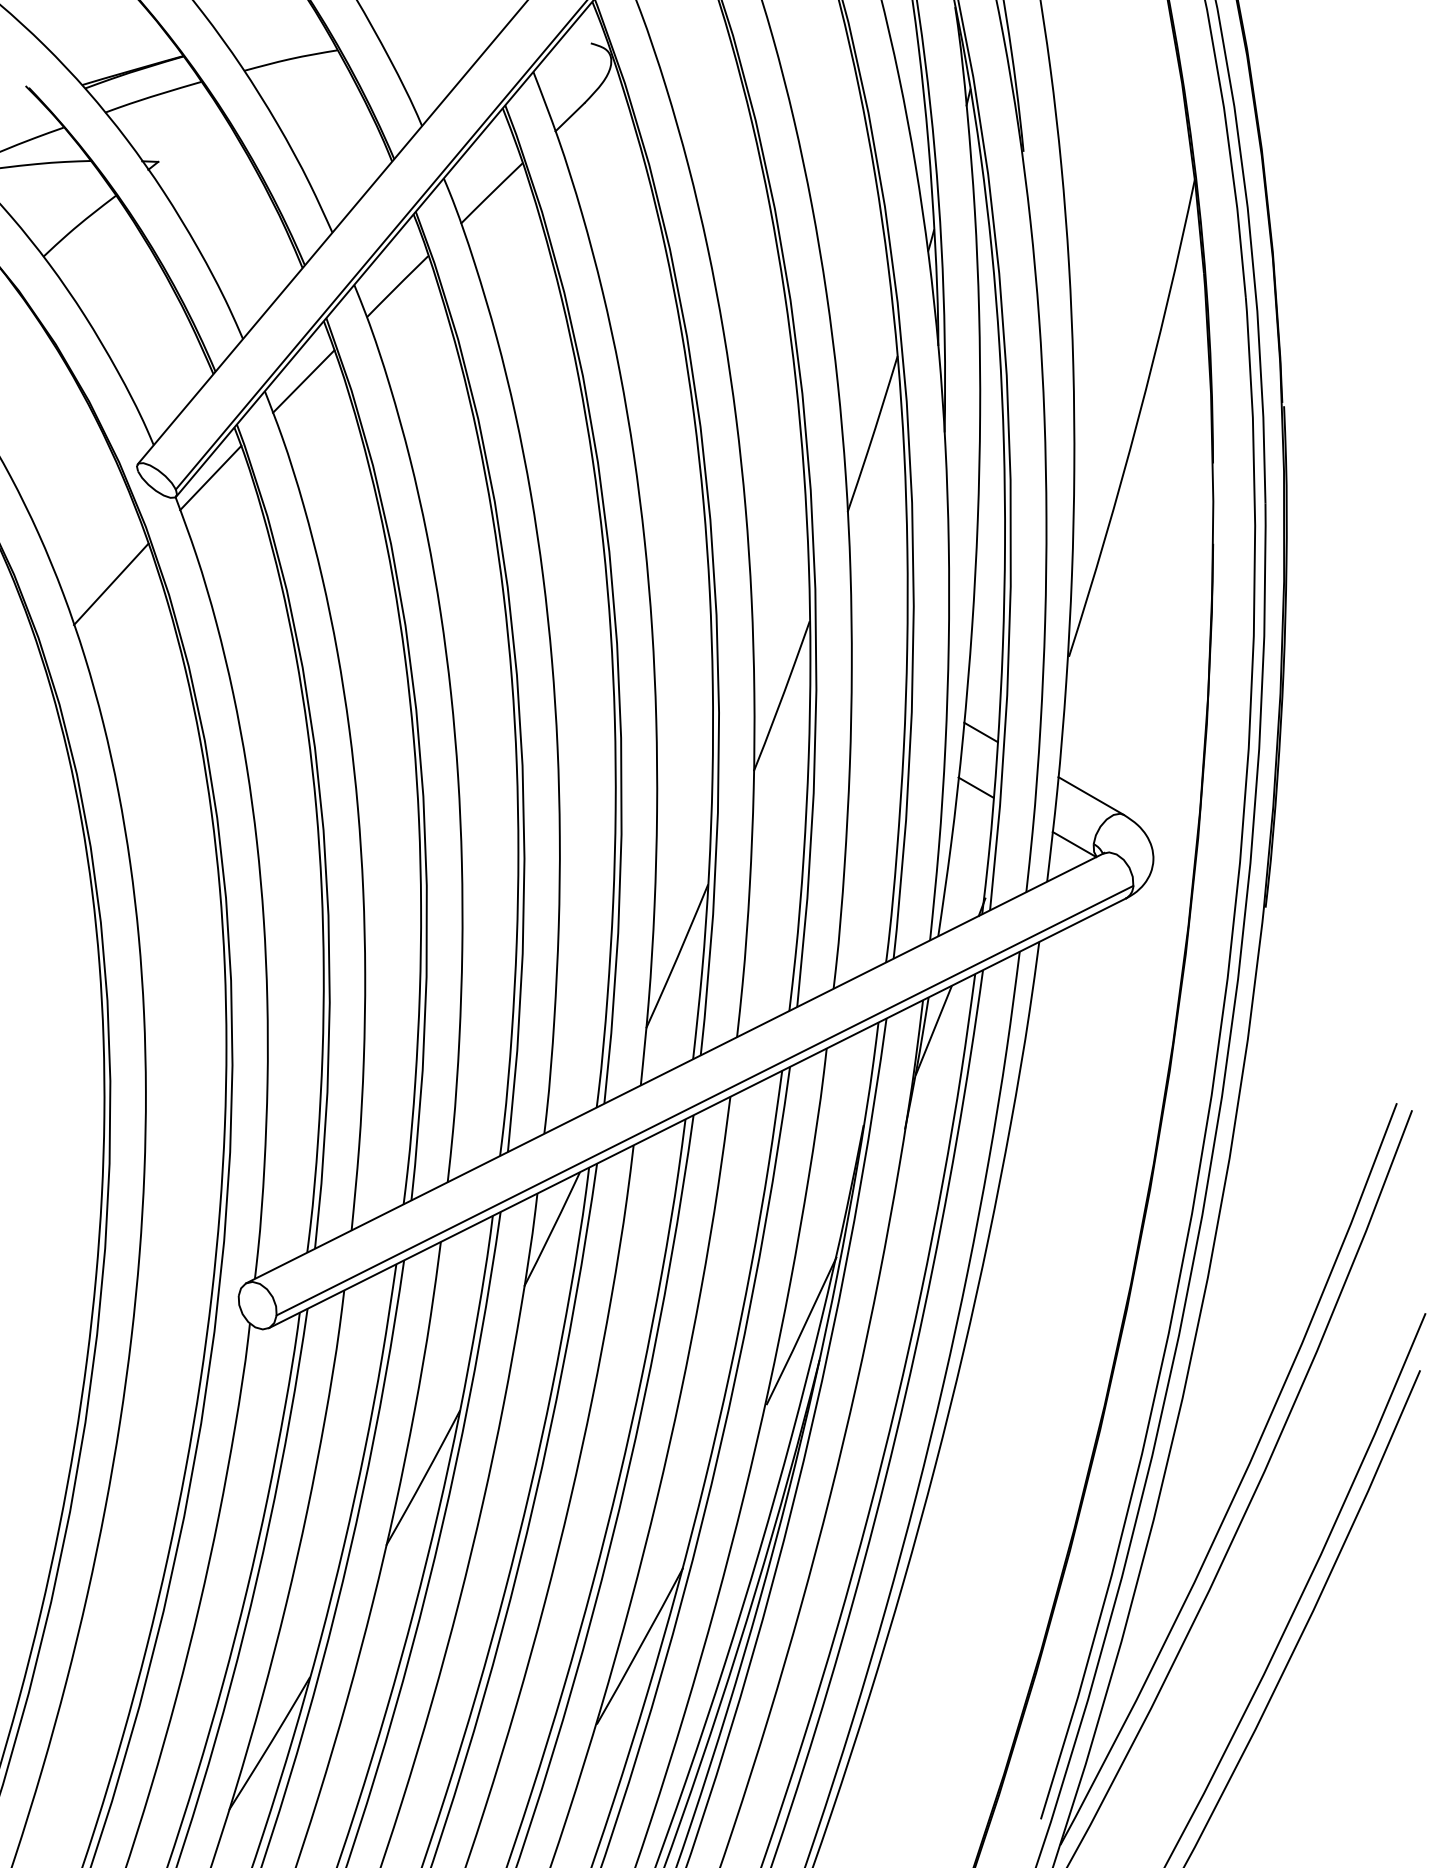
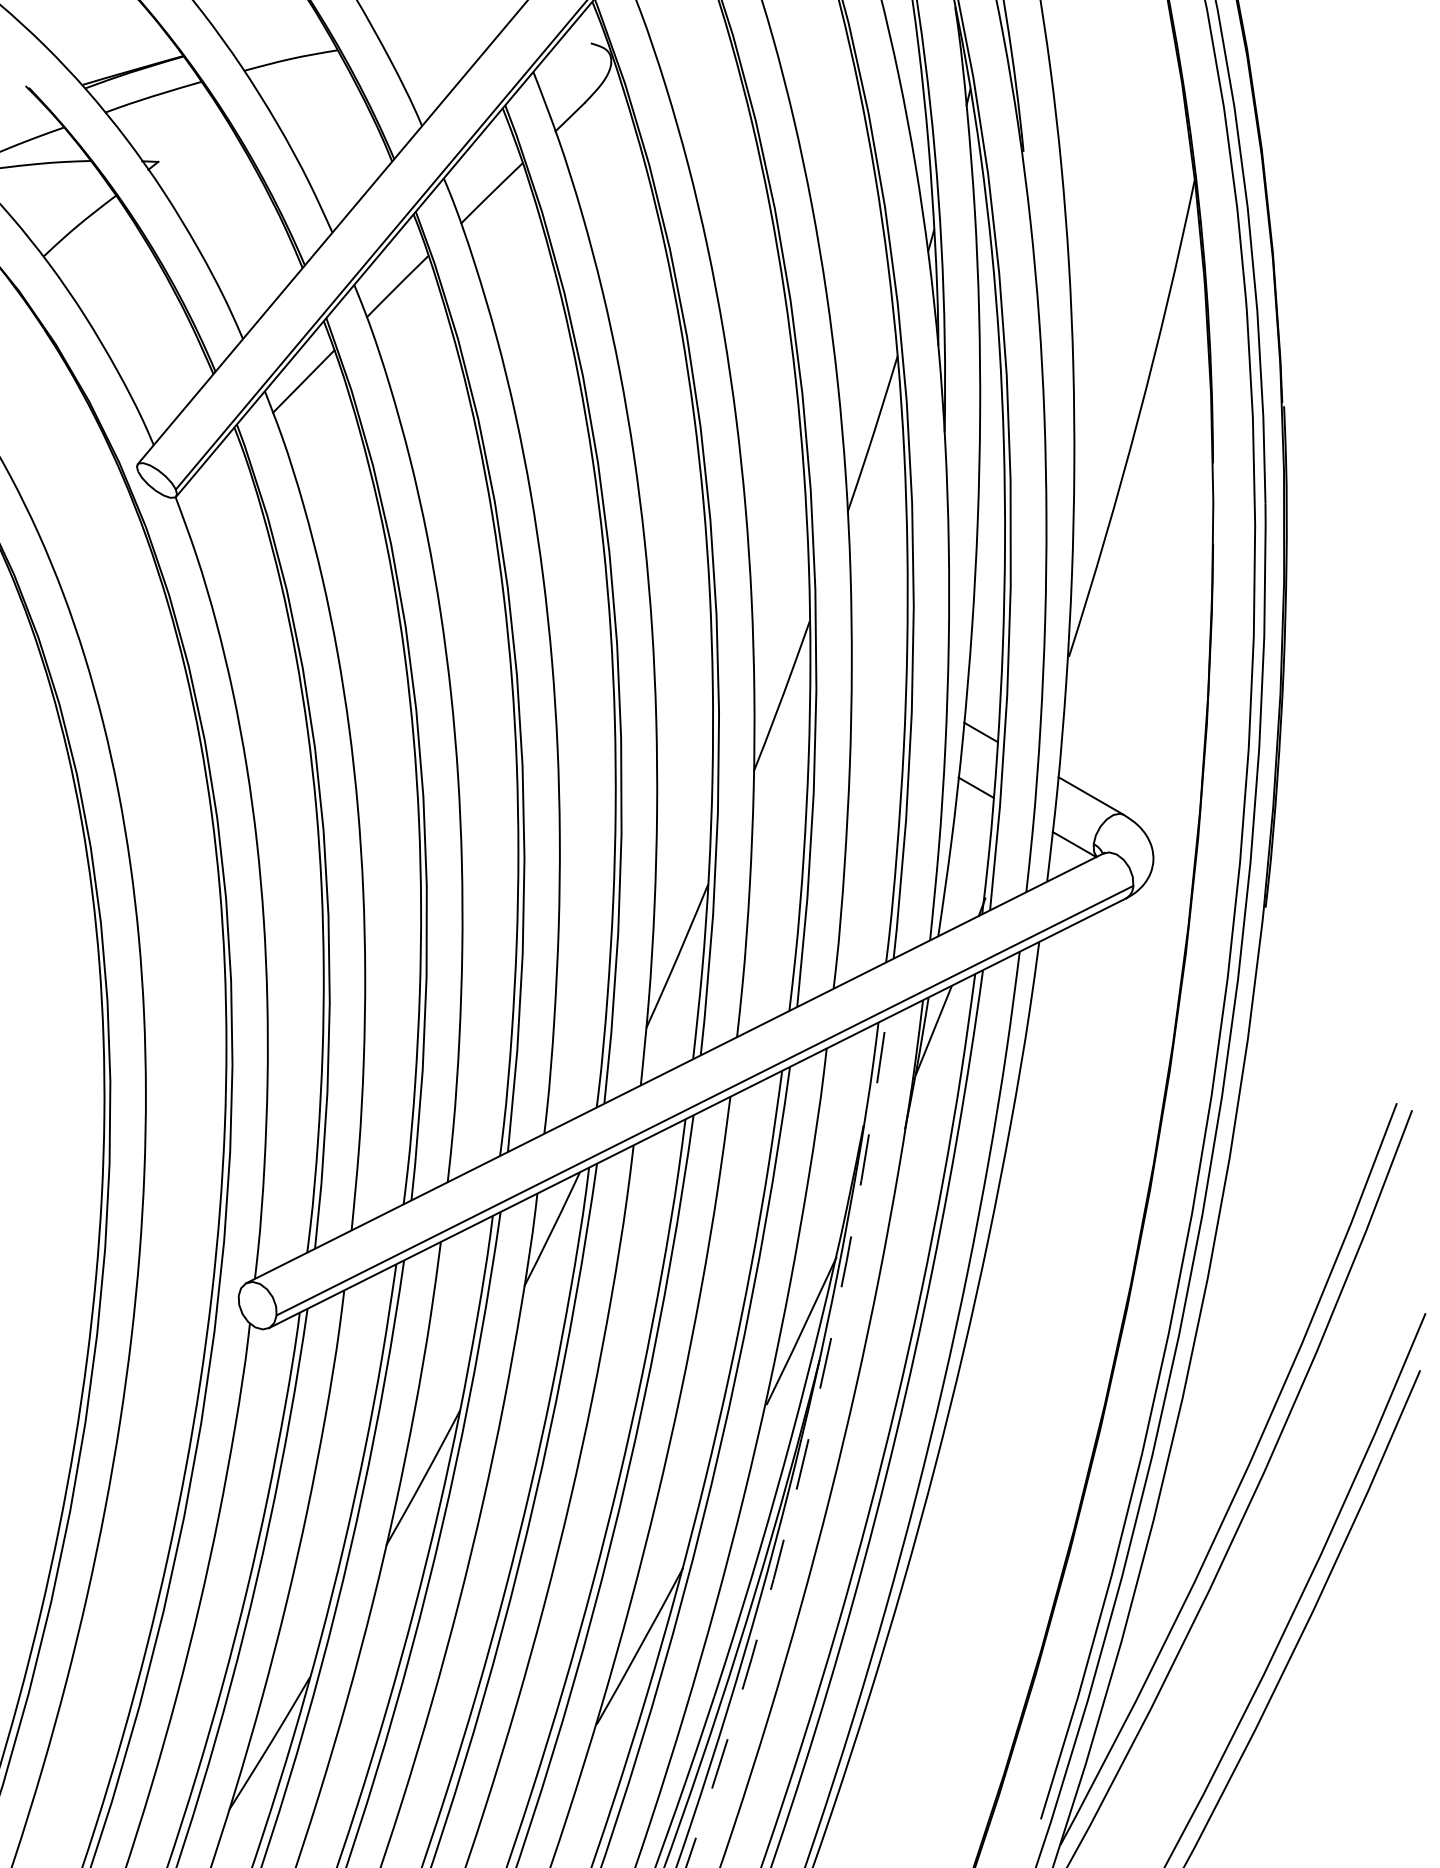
line at (210, 477): present -> none
line at (111, 584): present -> none
arc at (806, 1447): solid -> dashed
